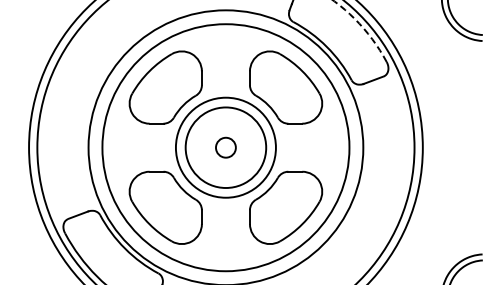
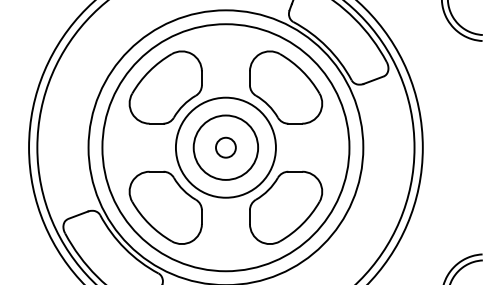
arc at (363, 28): dashed -> solid
circle at (225, 147) diameter: 81 px -> 64 px
